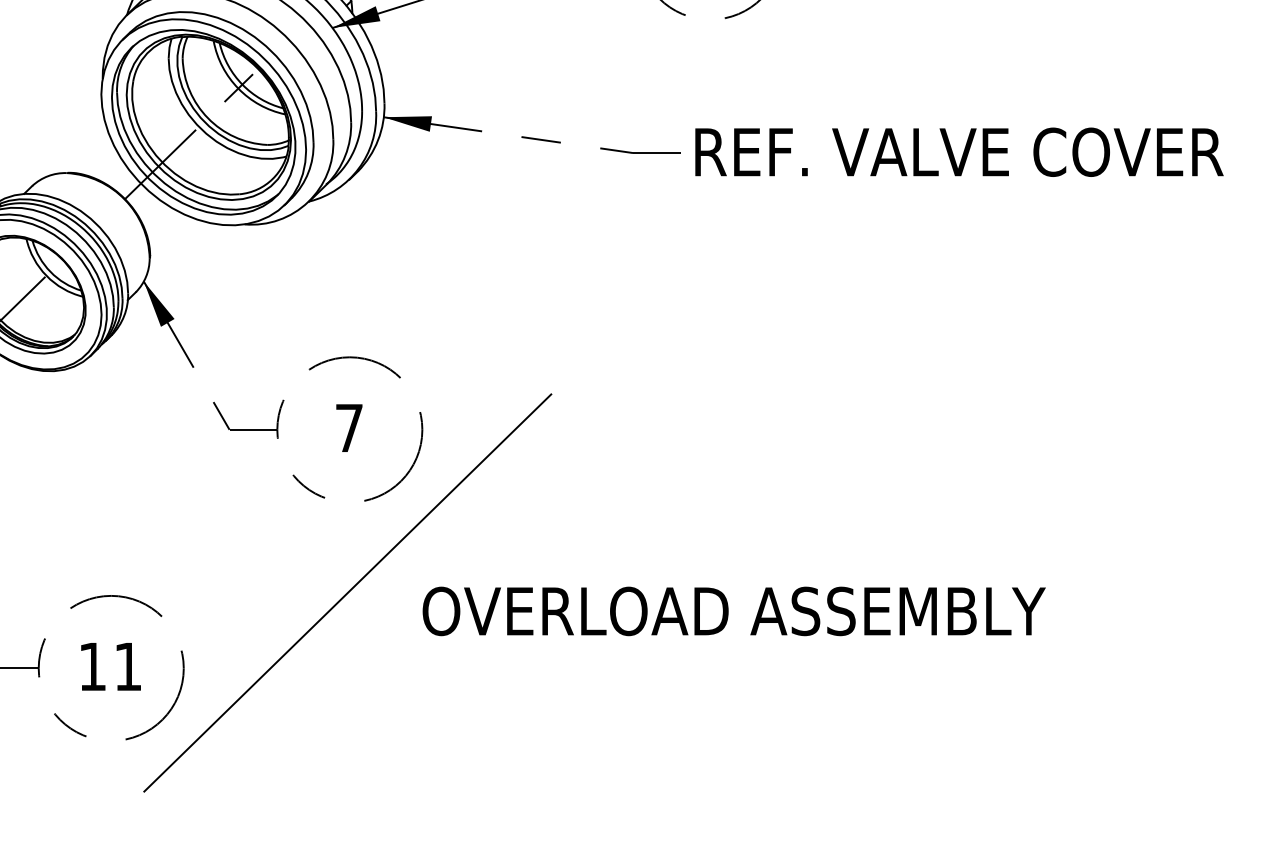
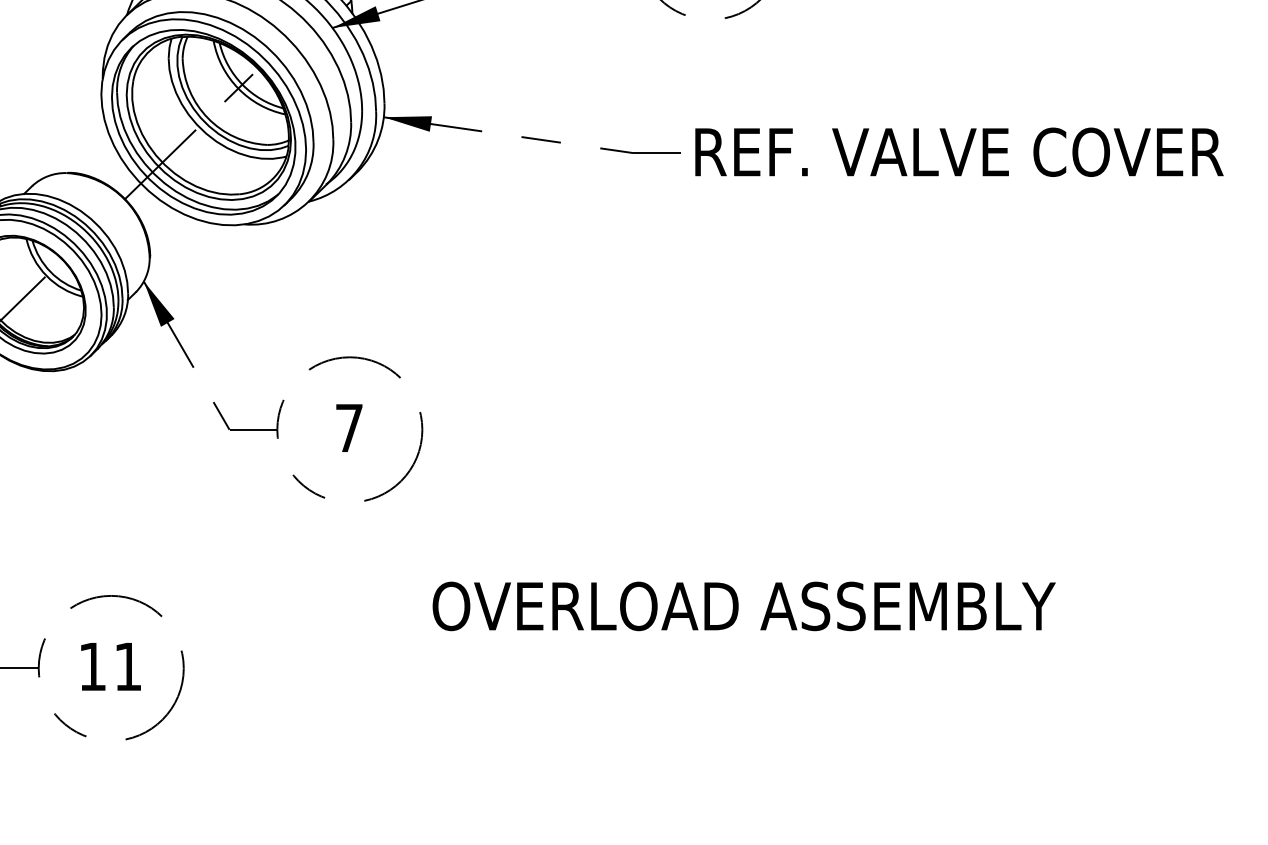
line at (347, 592): present -> none
text at (733, 611) position: (733, 611) -> (743, 606)
